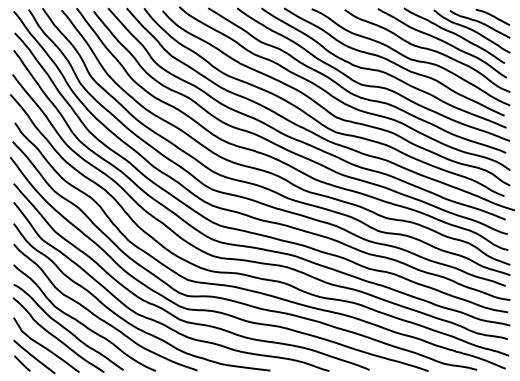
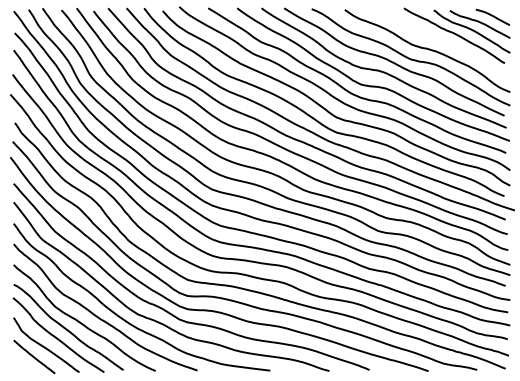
curve at (443, 42): present -> none
line at (22, 363): present -> none
